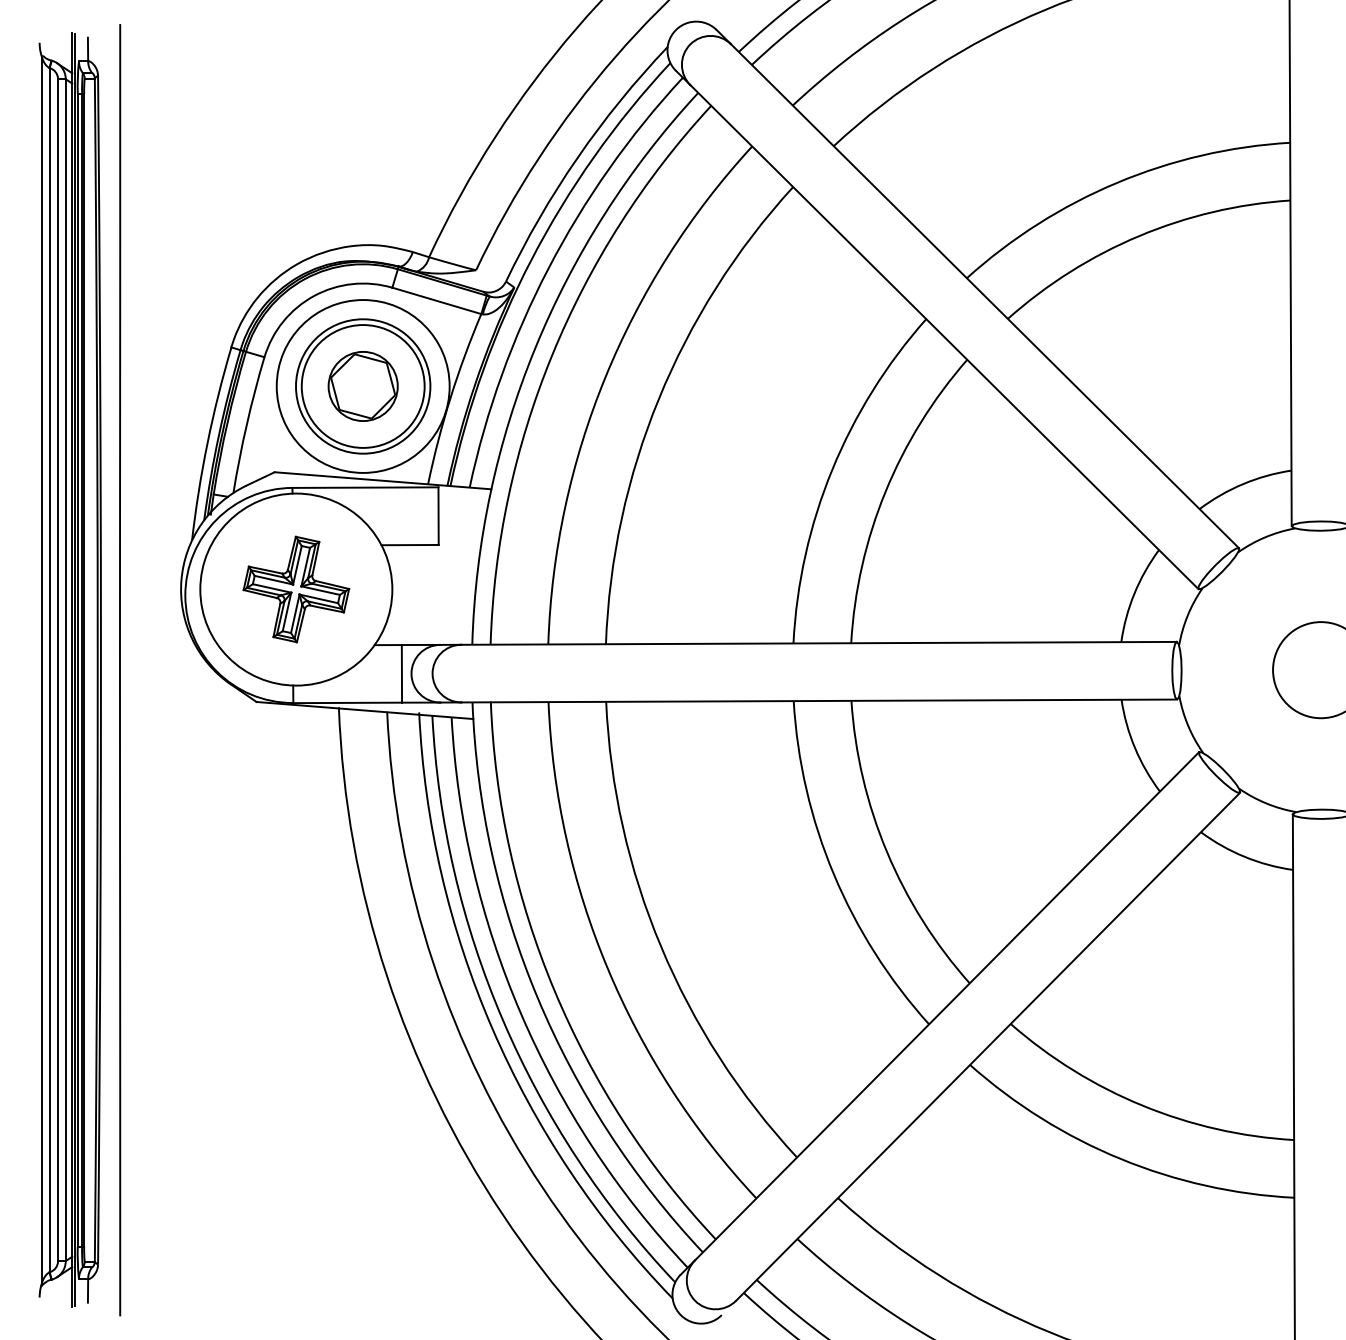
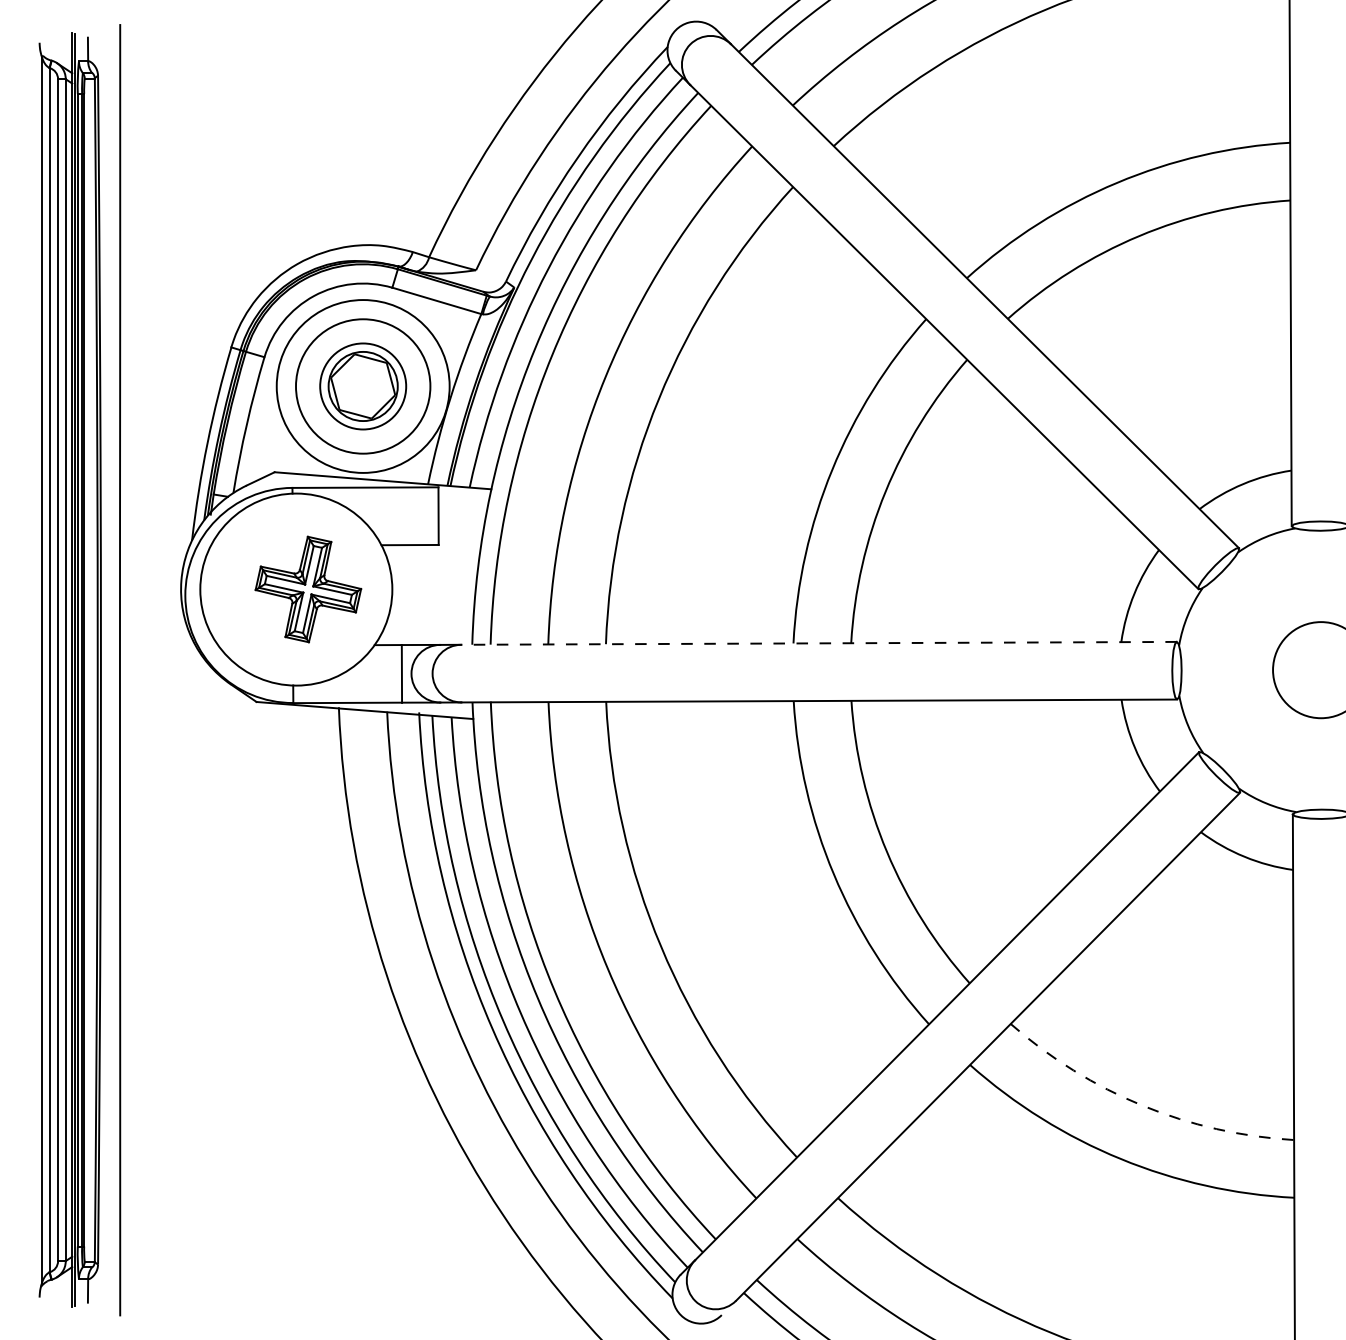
circle at (362, 386) diameter: 123 px -> 86 px
part at (296, 589) position: (296, 589) -> (308, 589)
line at (819, 643): solid -> dashed
arc at (1142, 1105): solid -> dashed
